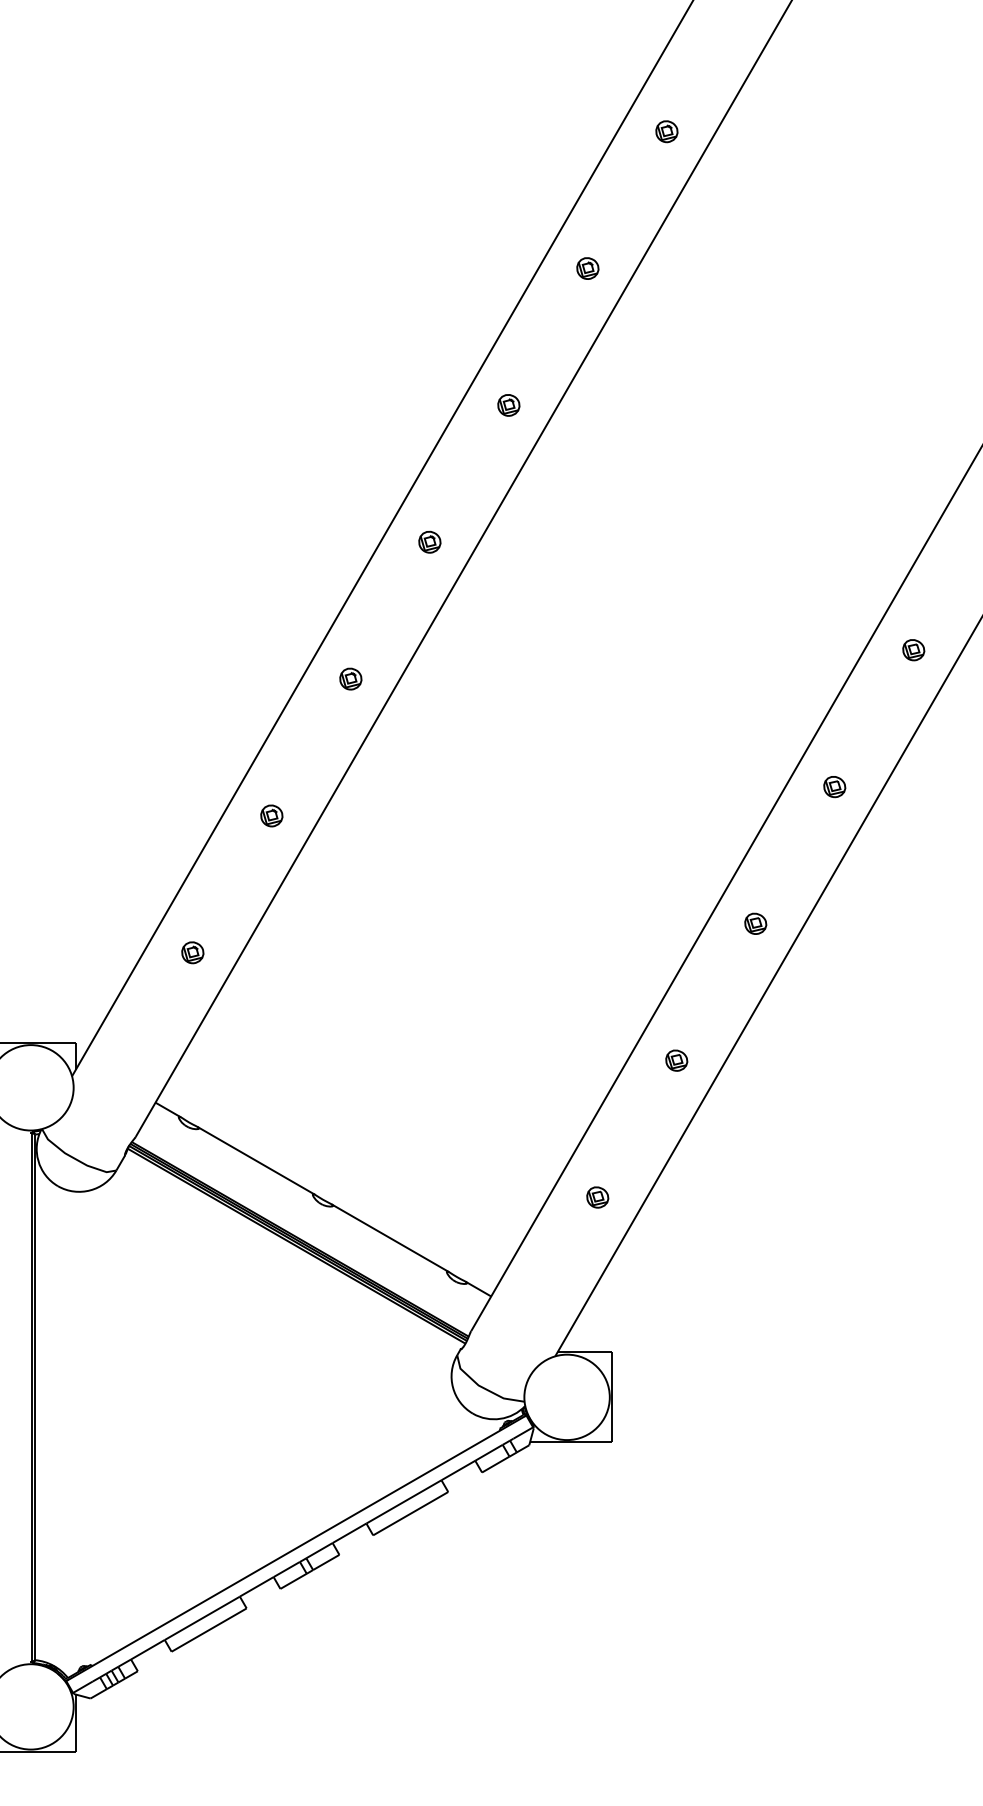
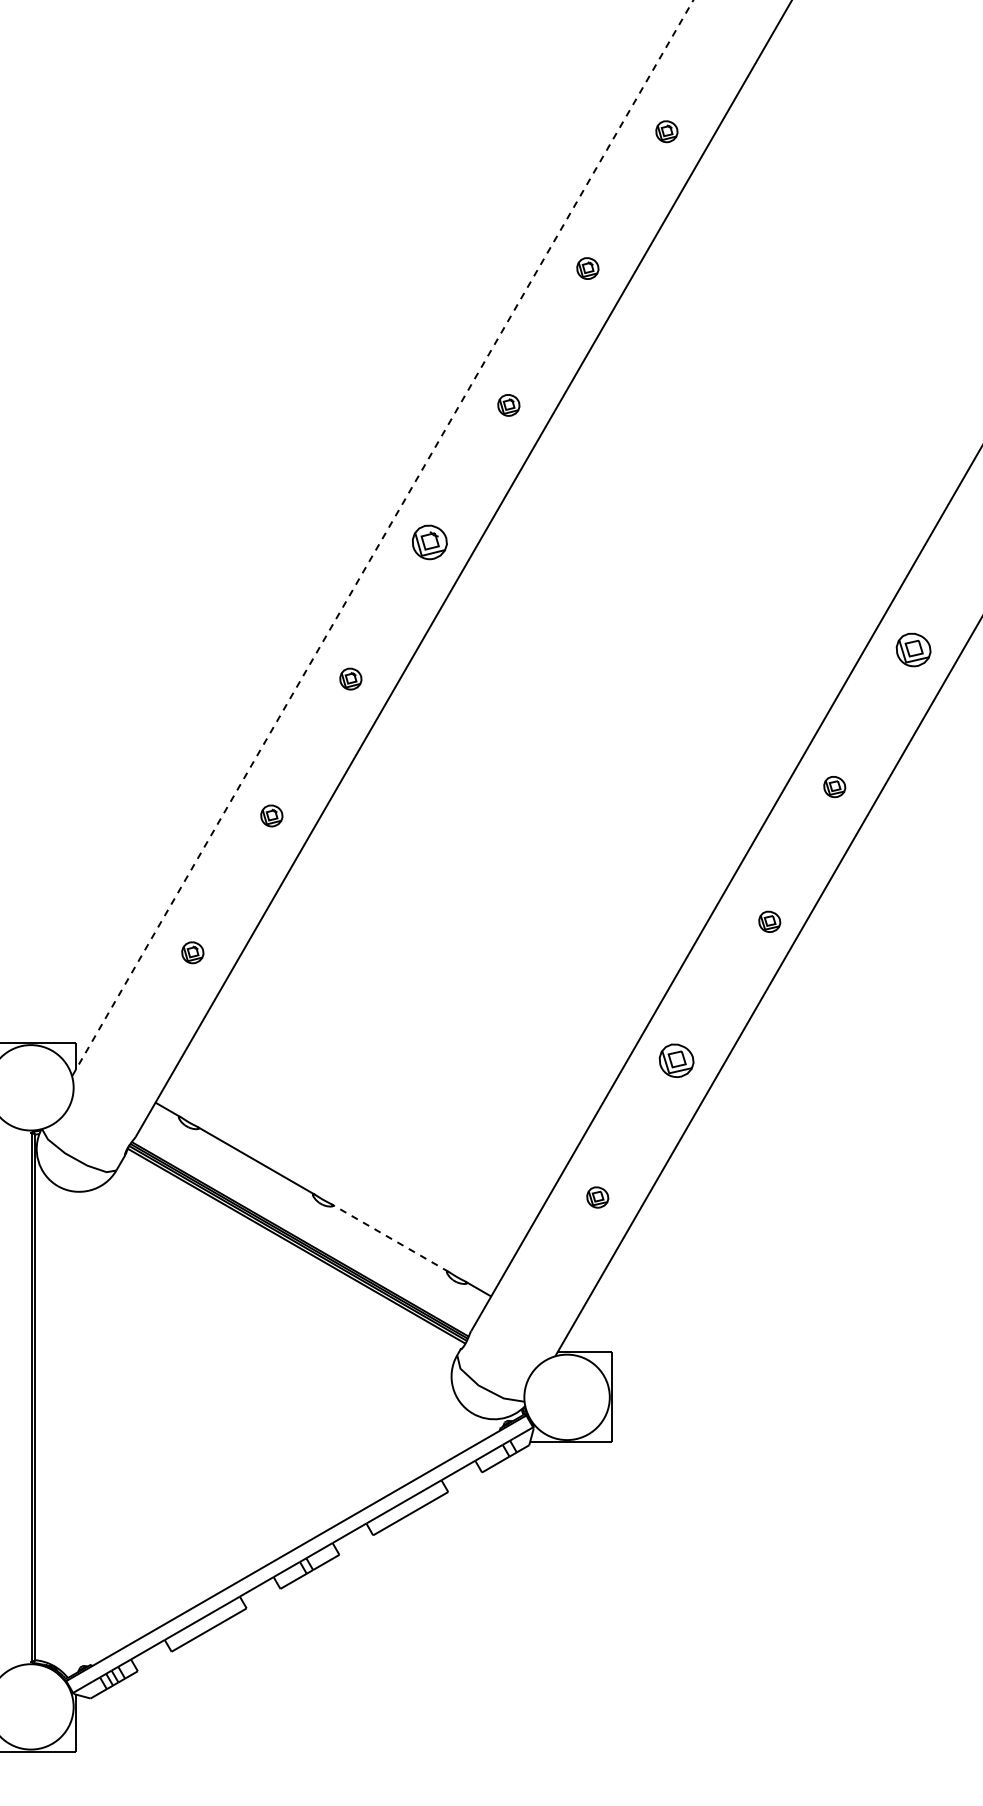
line at (382, 538): solid -> dashed
part at (429, 541) size: 24x24 px -> 36x37 px
part at (913, 650) size: 24x23 px -> 37x36 px
part at (755, 923) position: (755, 923) -> (769, 921)
part at (676, 1060) size: 24x23 px -> 37x35 px
line at (390, 1238): solid -> dashed
